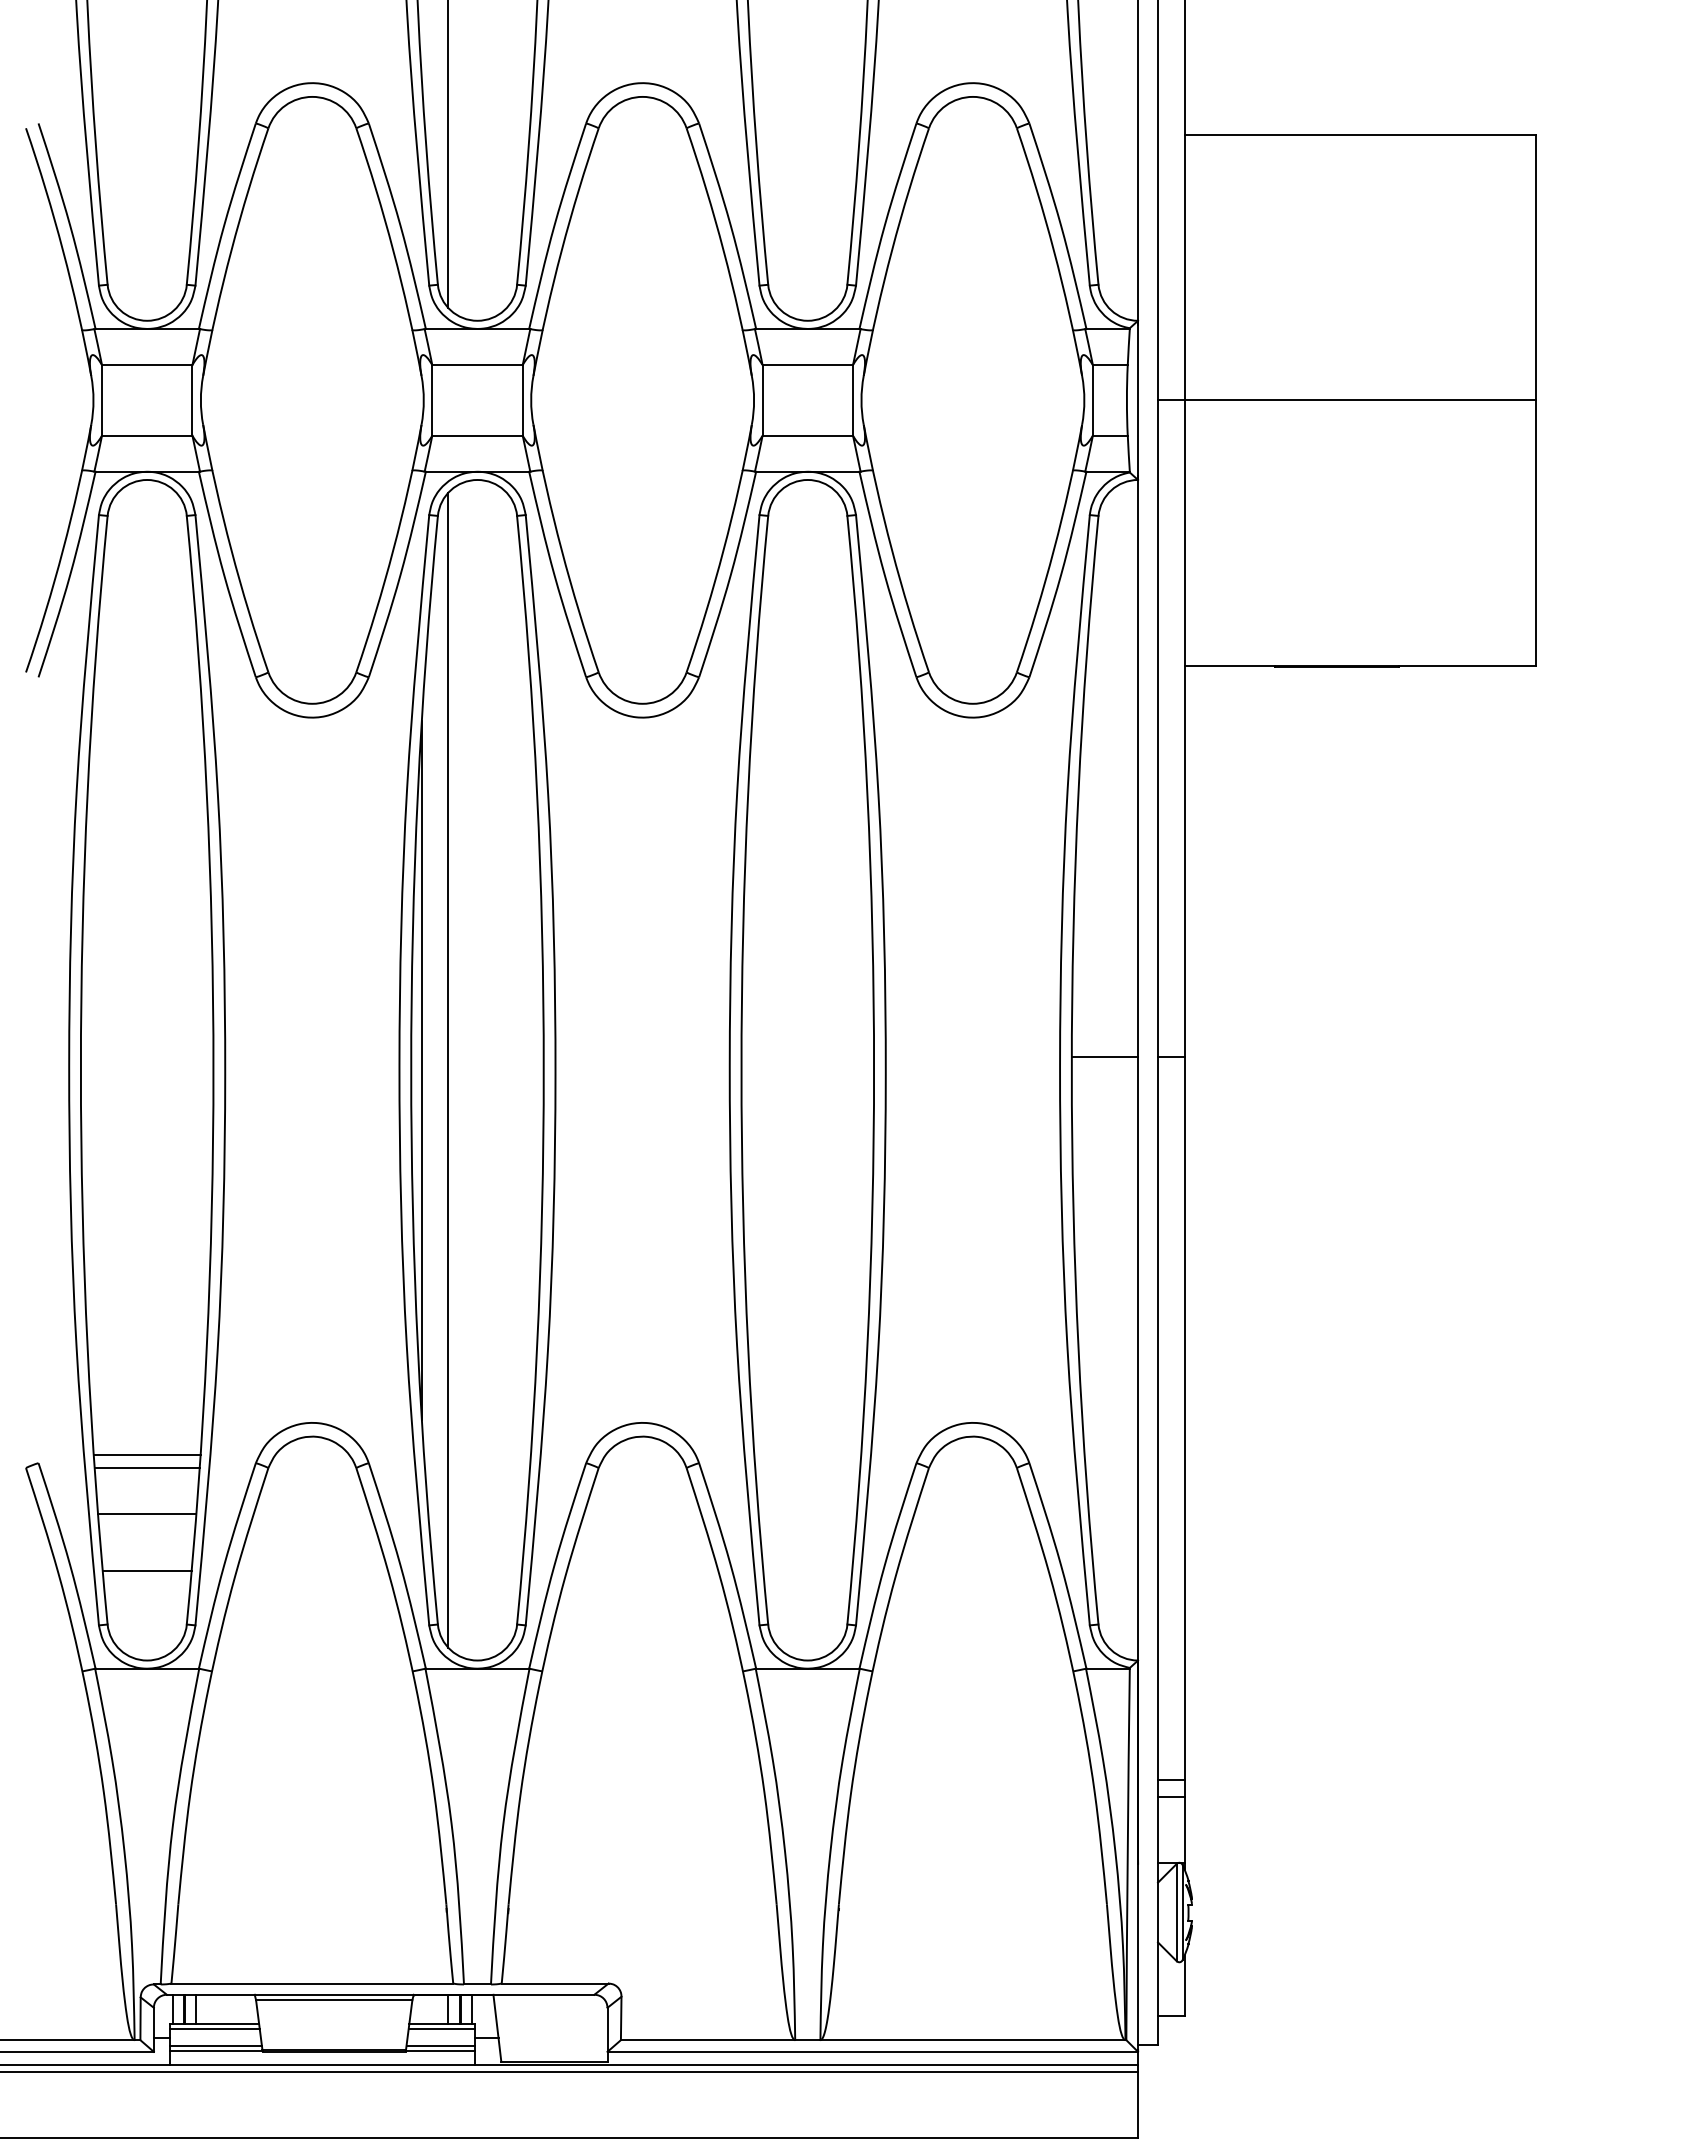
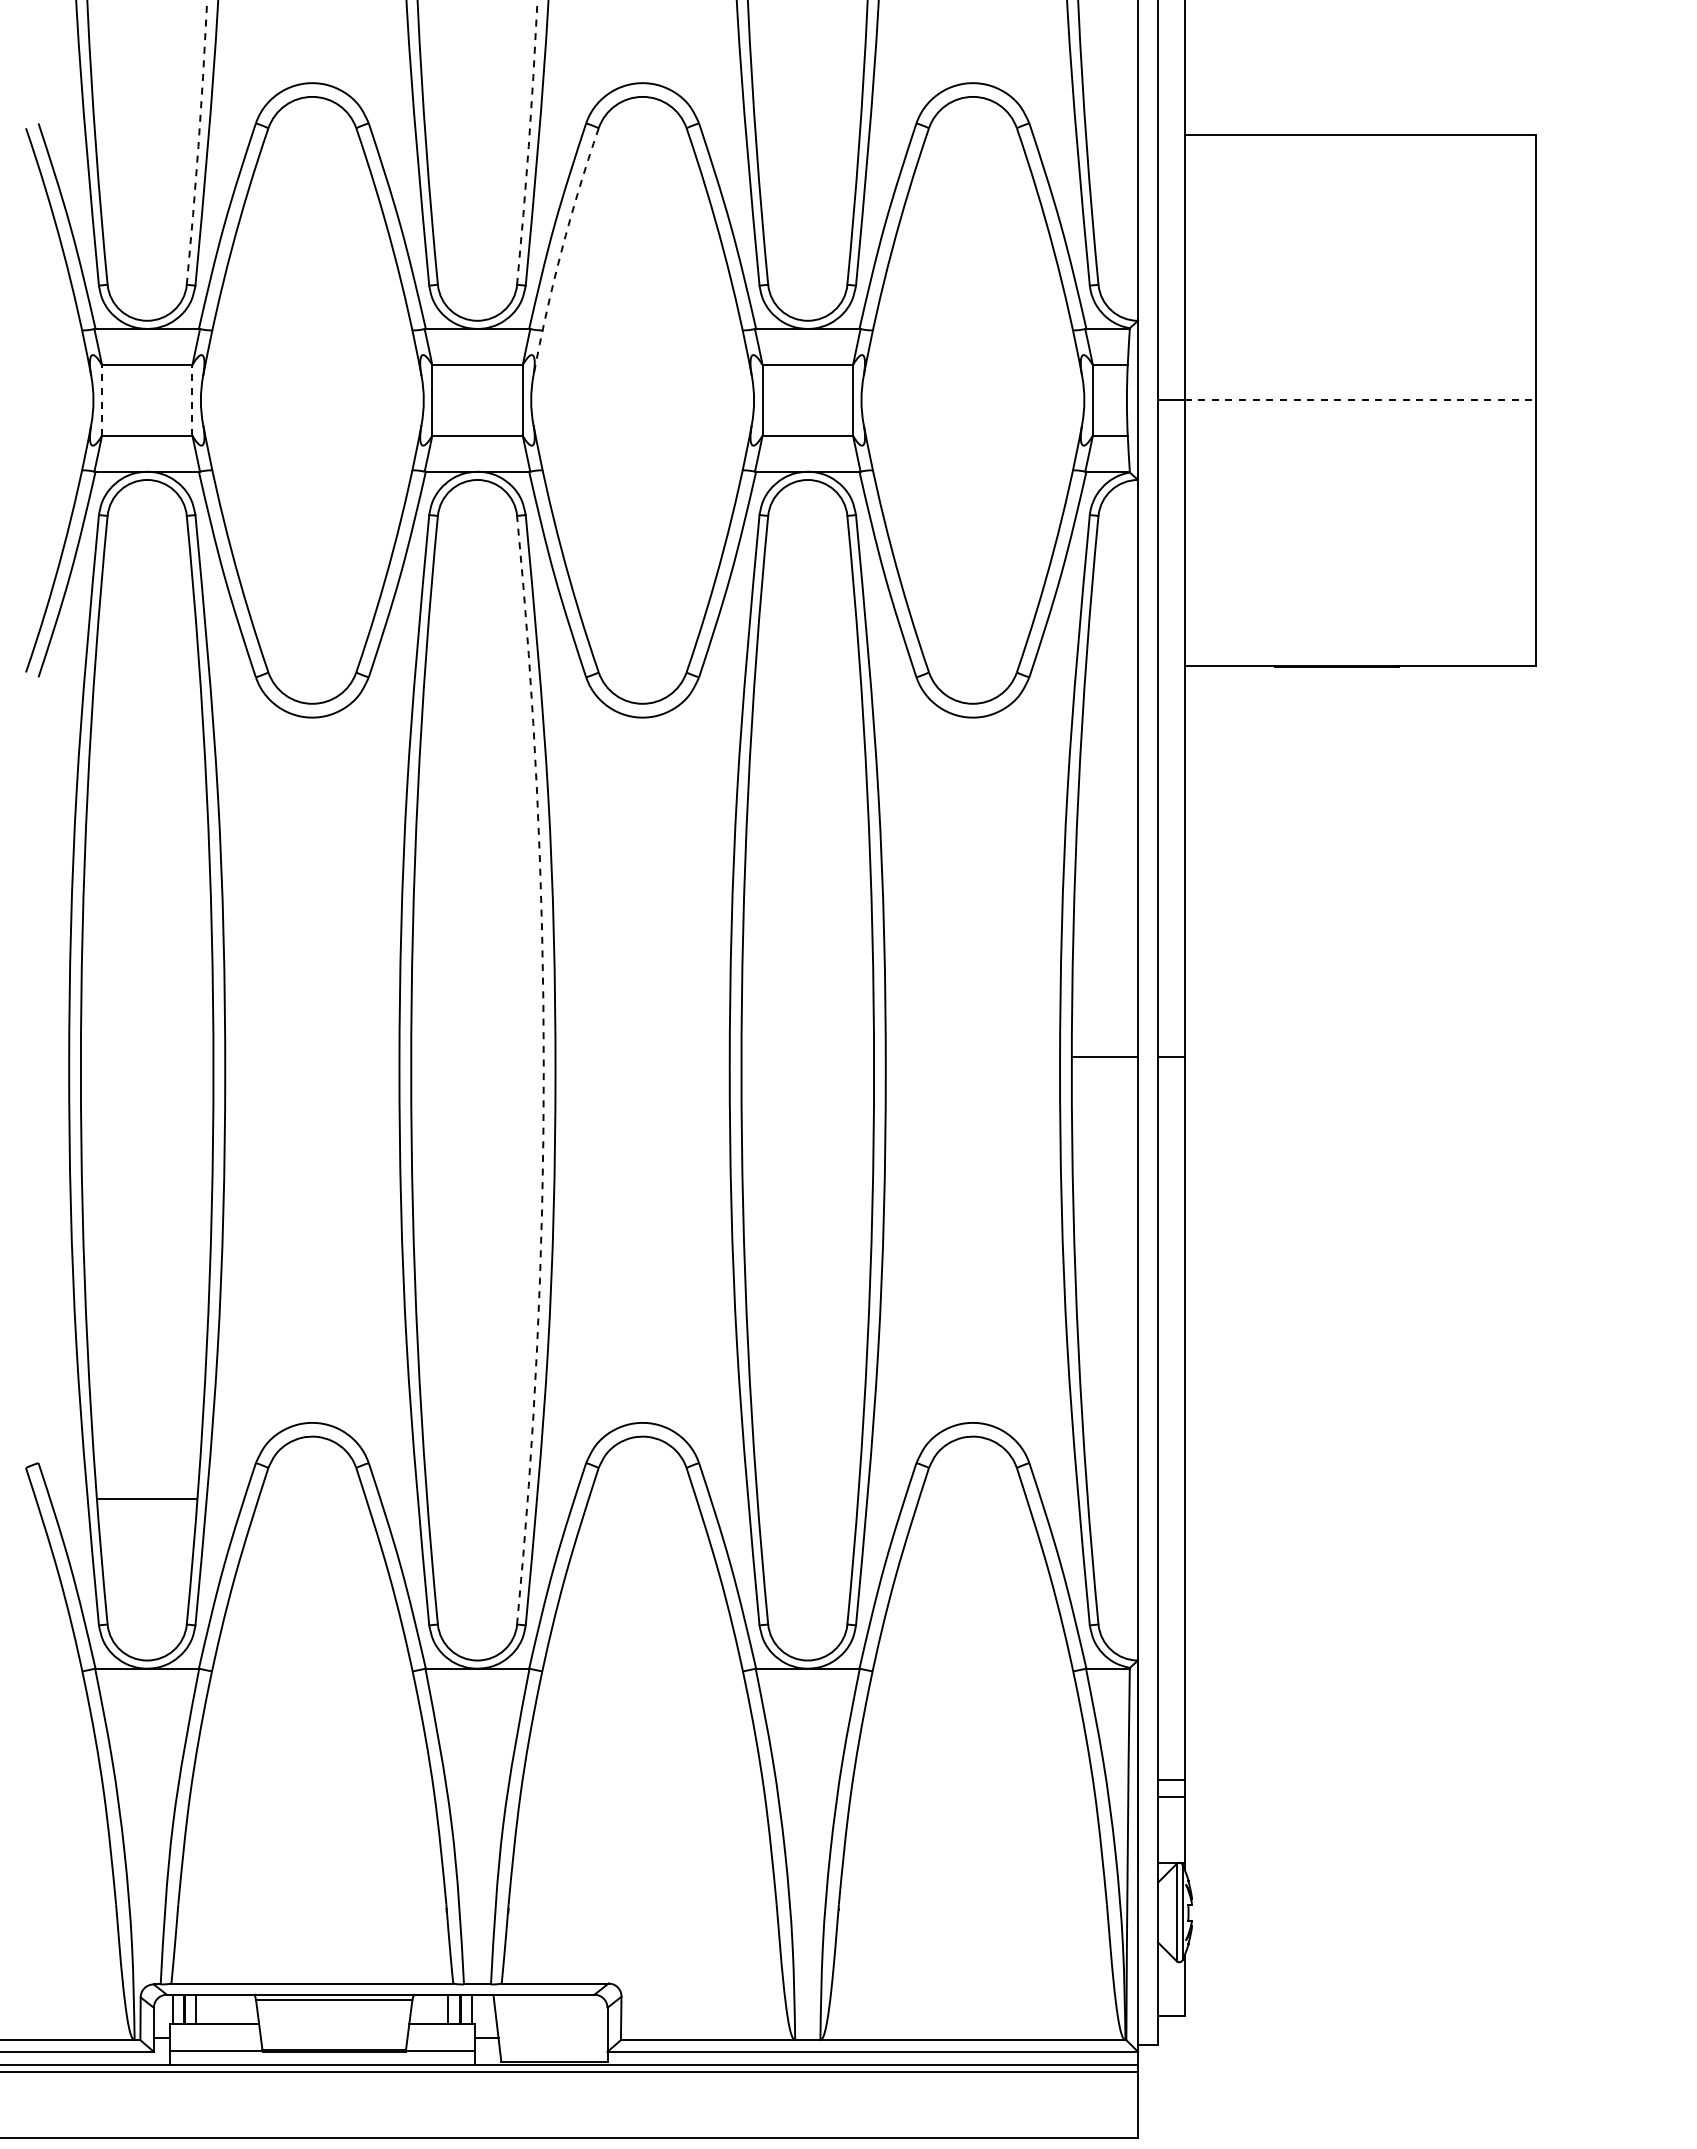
arc at (198, 142): solid -> dashed
arc at (529, 142): solid -> dashed
line at (448, 155): present -> none
arc at (561, 250): solid -> dashed
line at (101, 399): solid -> dashed
line at (192, 399): solid -> dashed
line at (1360, 400): solid -> dashed
line at (421, 1069): present -> none
line at (448, 1069): present -> none
arc at (543, 1070): solid -> dashed
line at (146, 1454): present -> none
line at (146, 1468): present -> none
line at (146, 1513) position: (146, 1513) -> (146, 1498)
line at (146, 1571): present -> none
line at (214, 2029): present -> none
line at (441, 2029): present -> none
line at (215, 2046): present -> none
line at (440, 2046): present -> none
